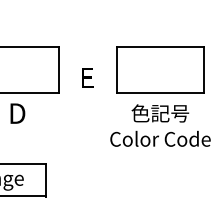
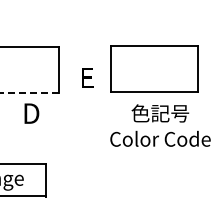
part at (160, 69) position: (160, 69) -> (154, 68)
line at (28, 93): solid -> dashed
text at (17, 113) position: (17, 113) -> (31, 113)
